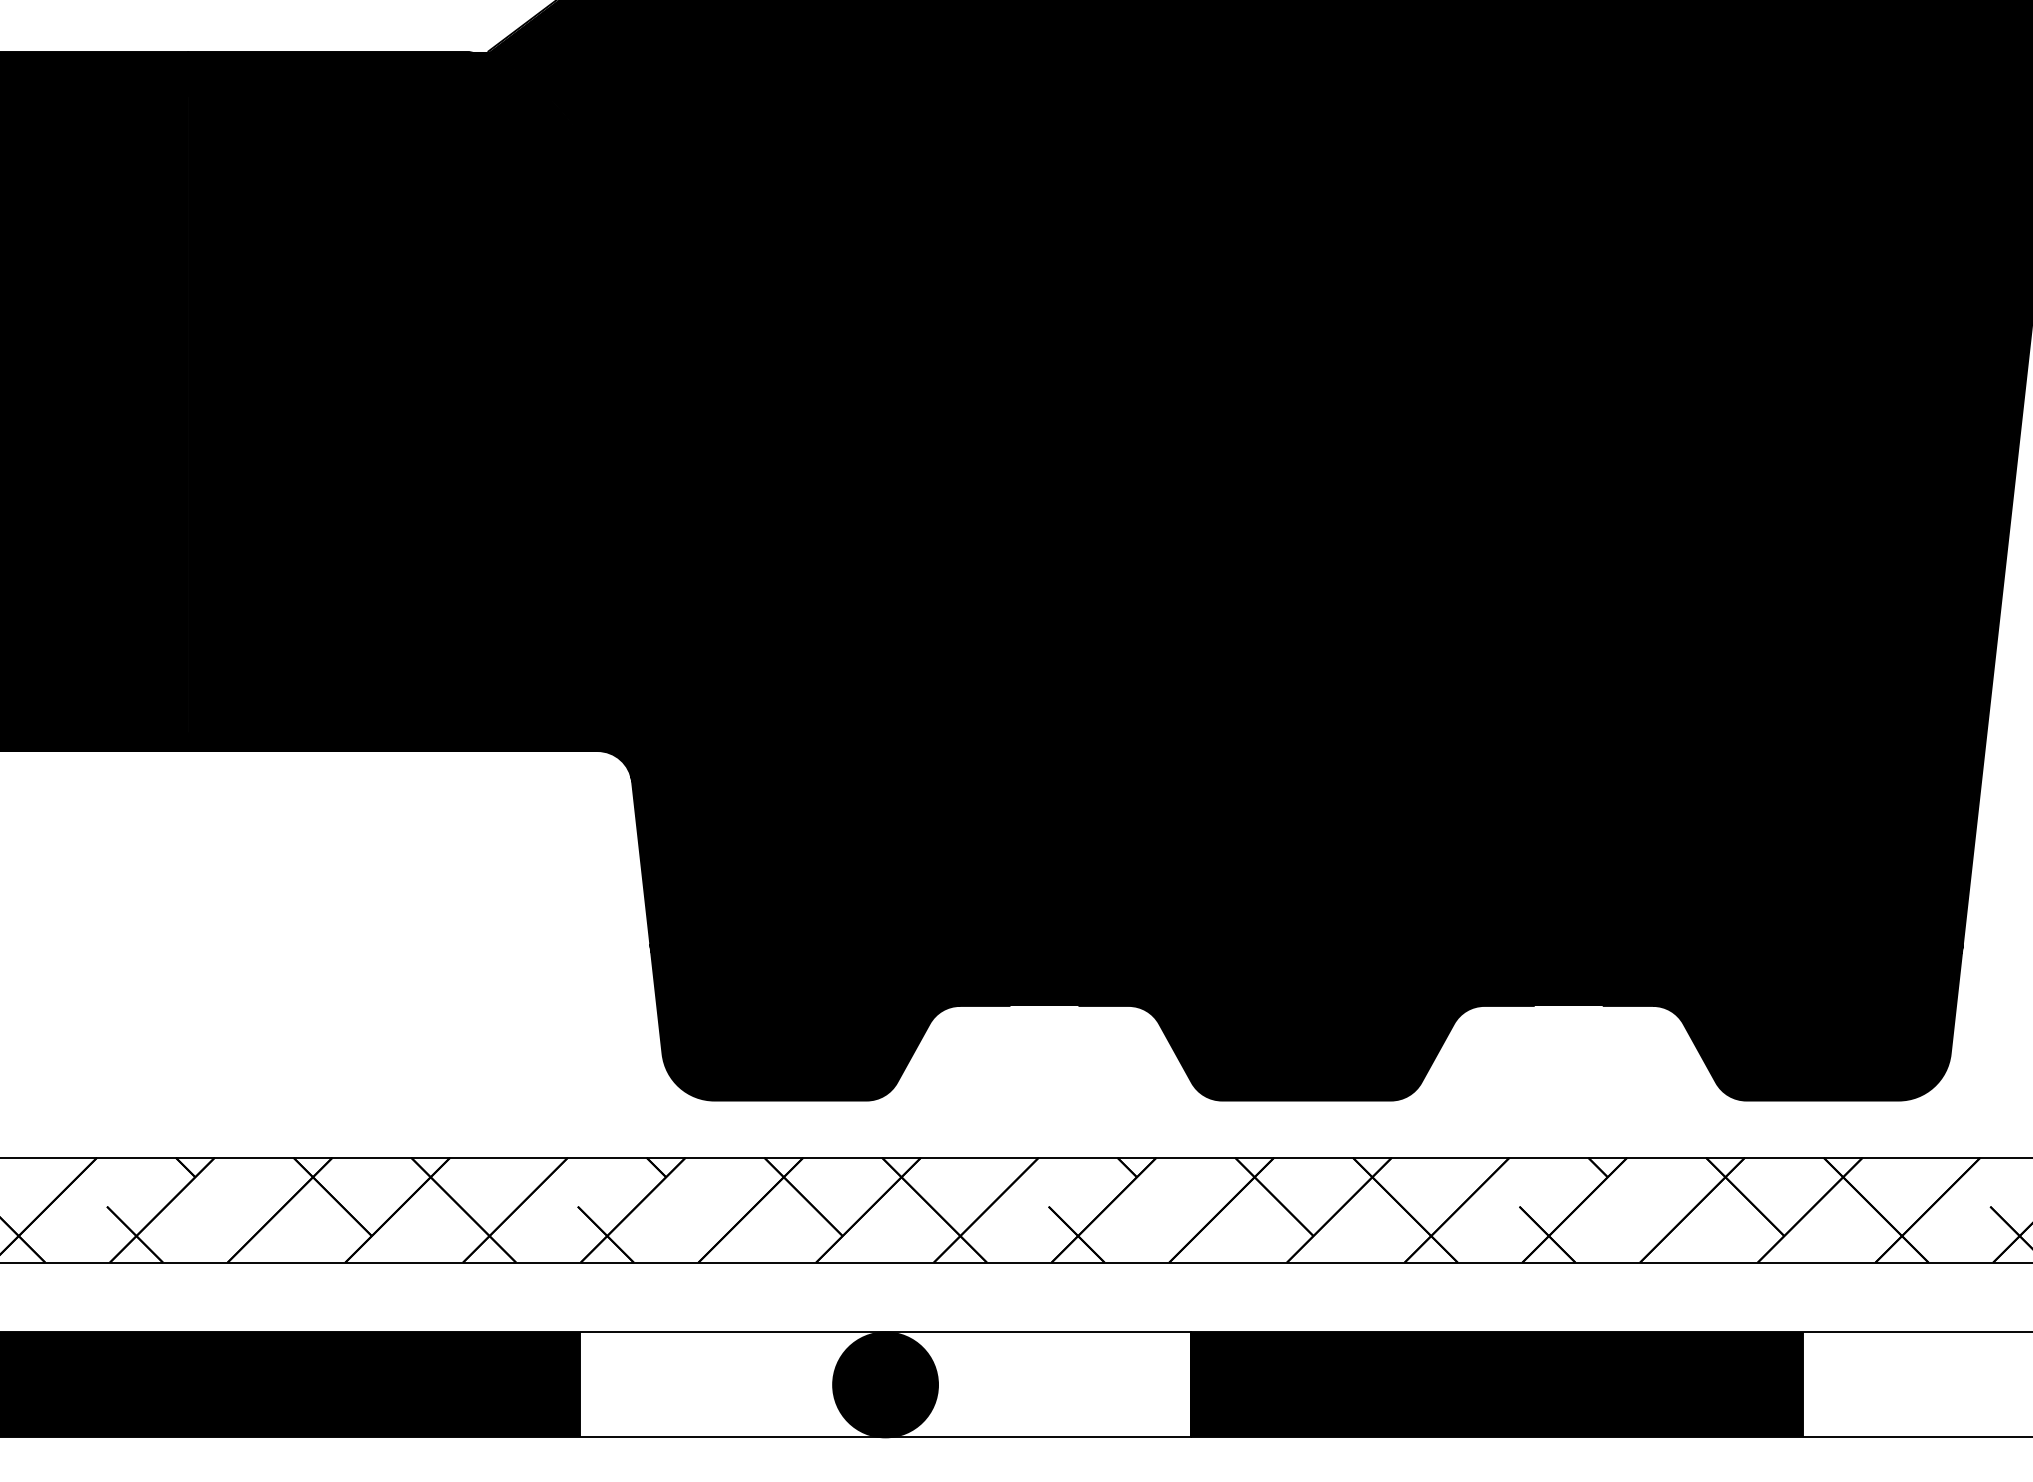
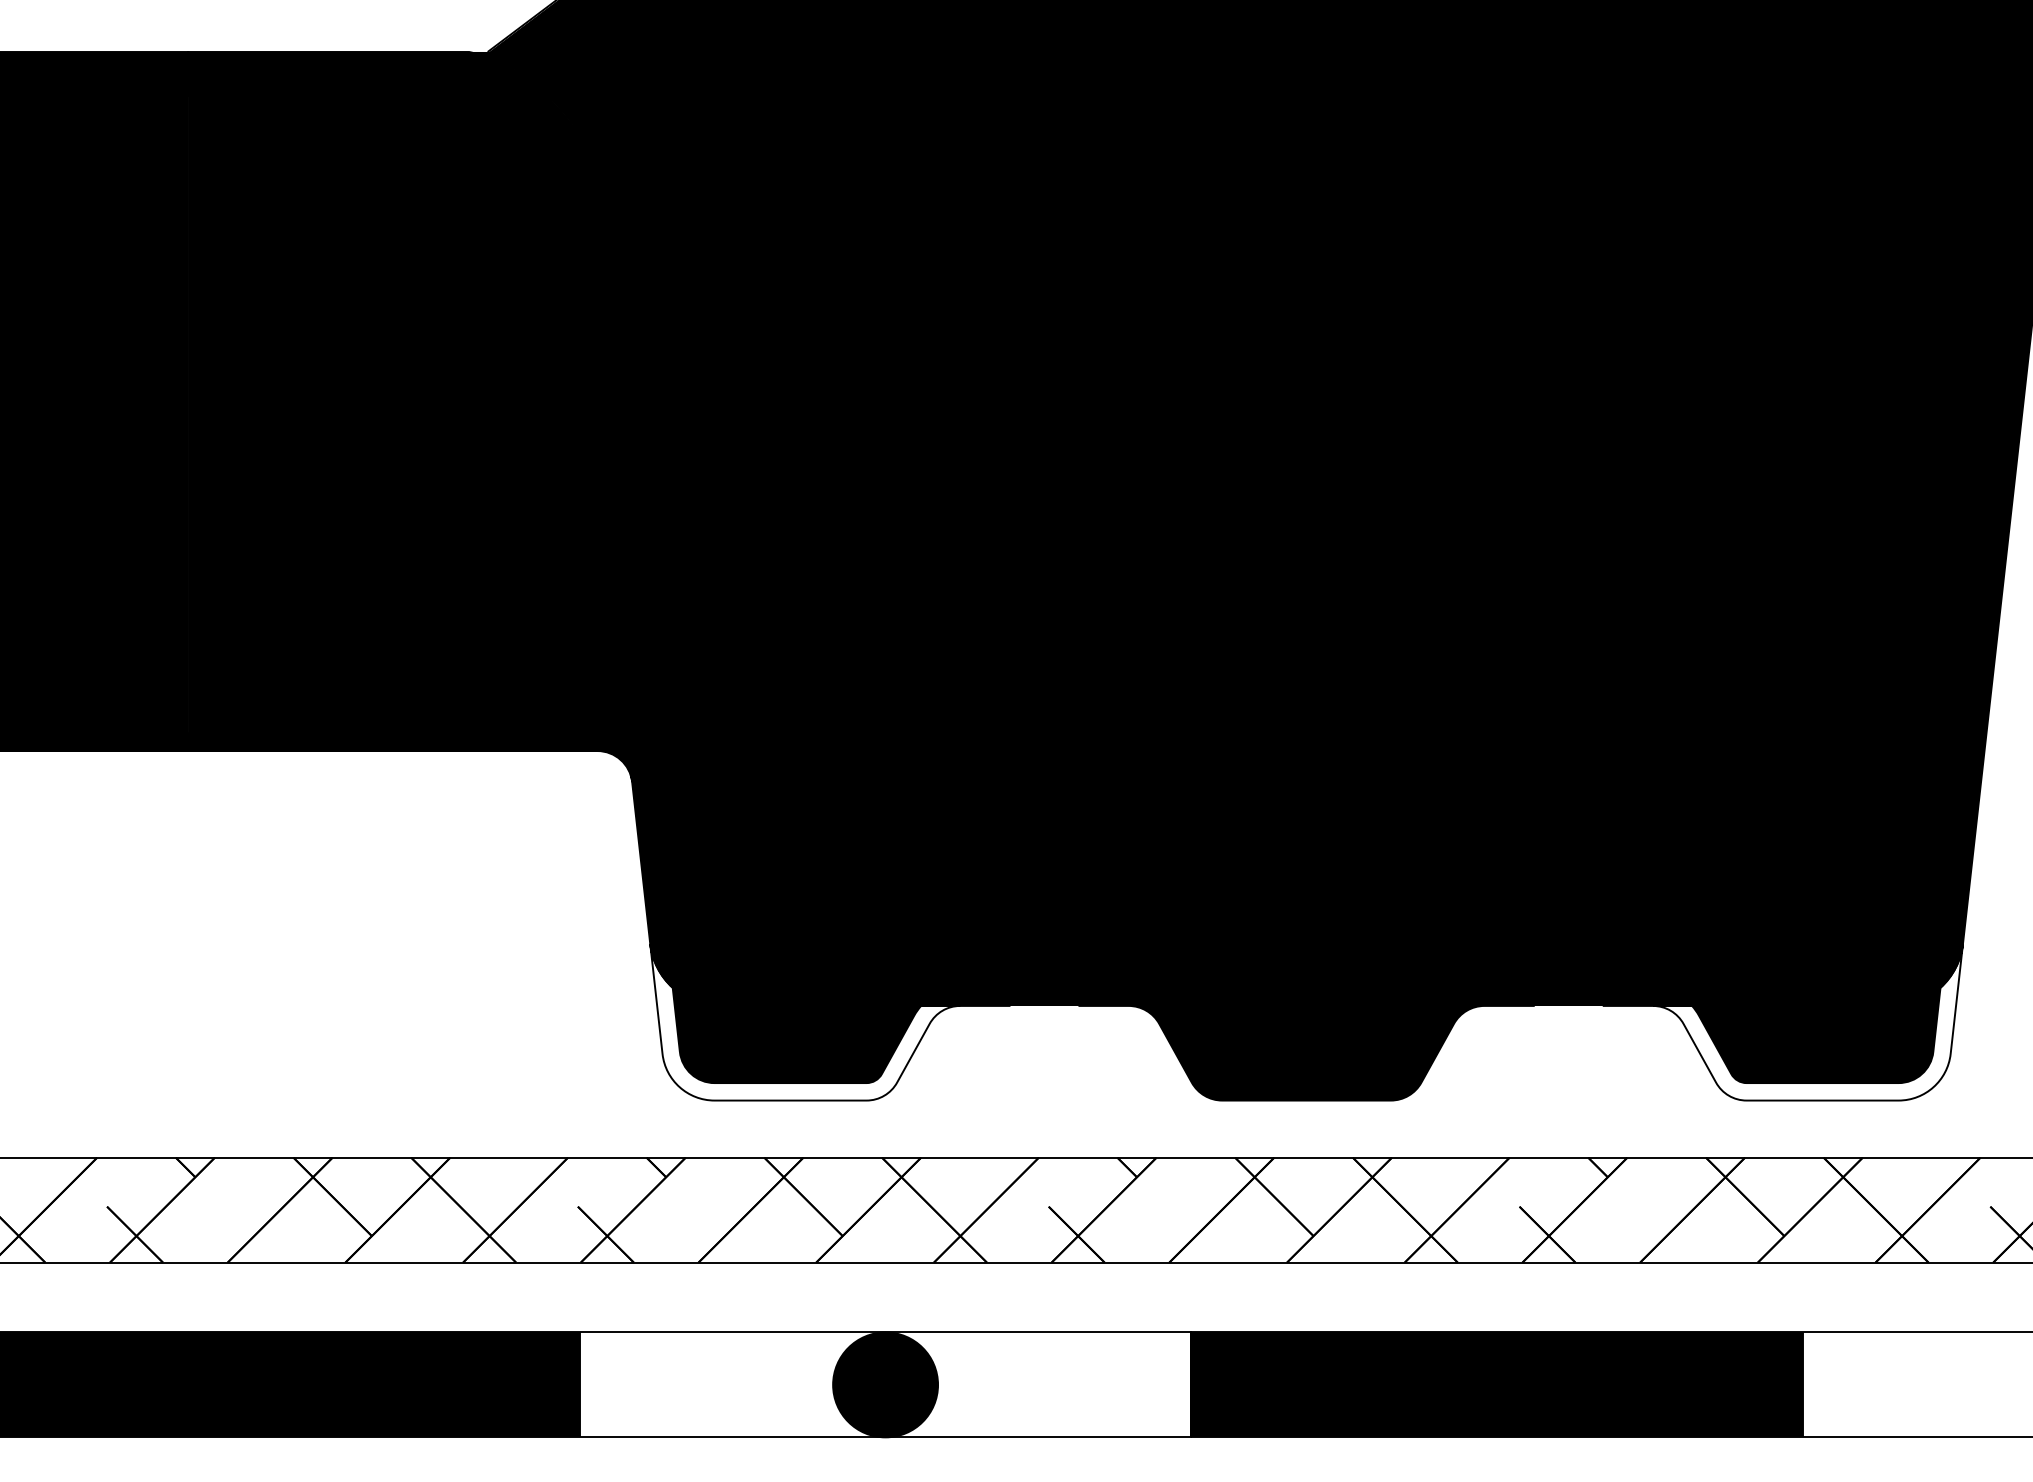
fill at (805, 1021): present -> none
fill at (1807, 1021): present -> none
